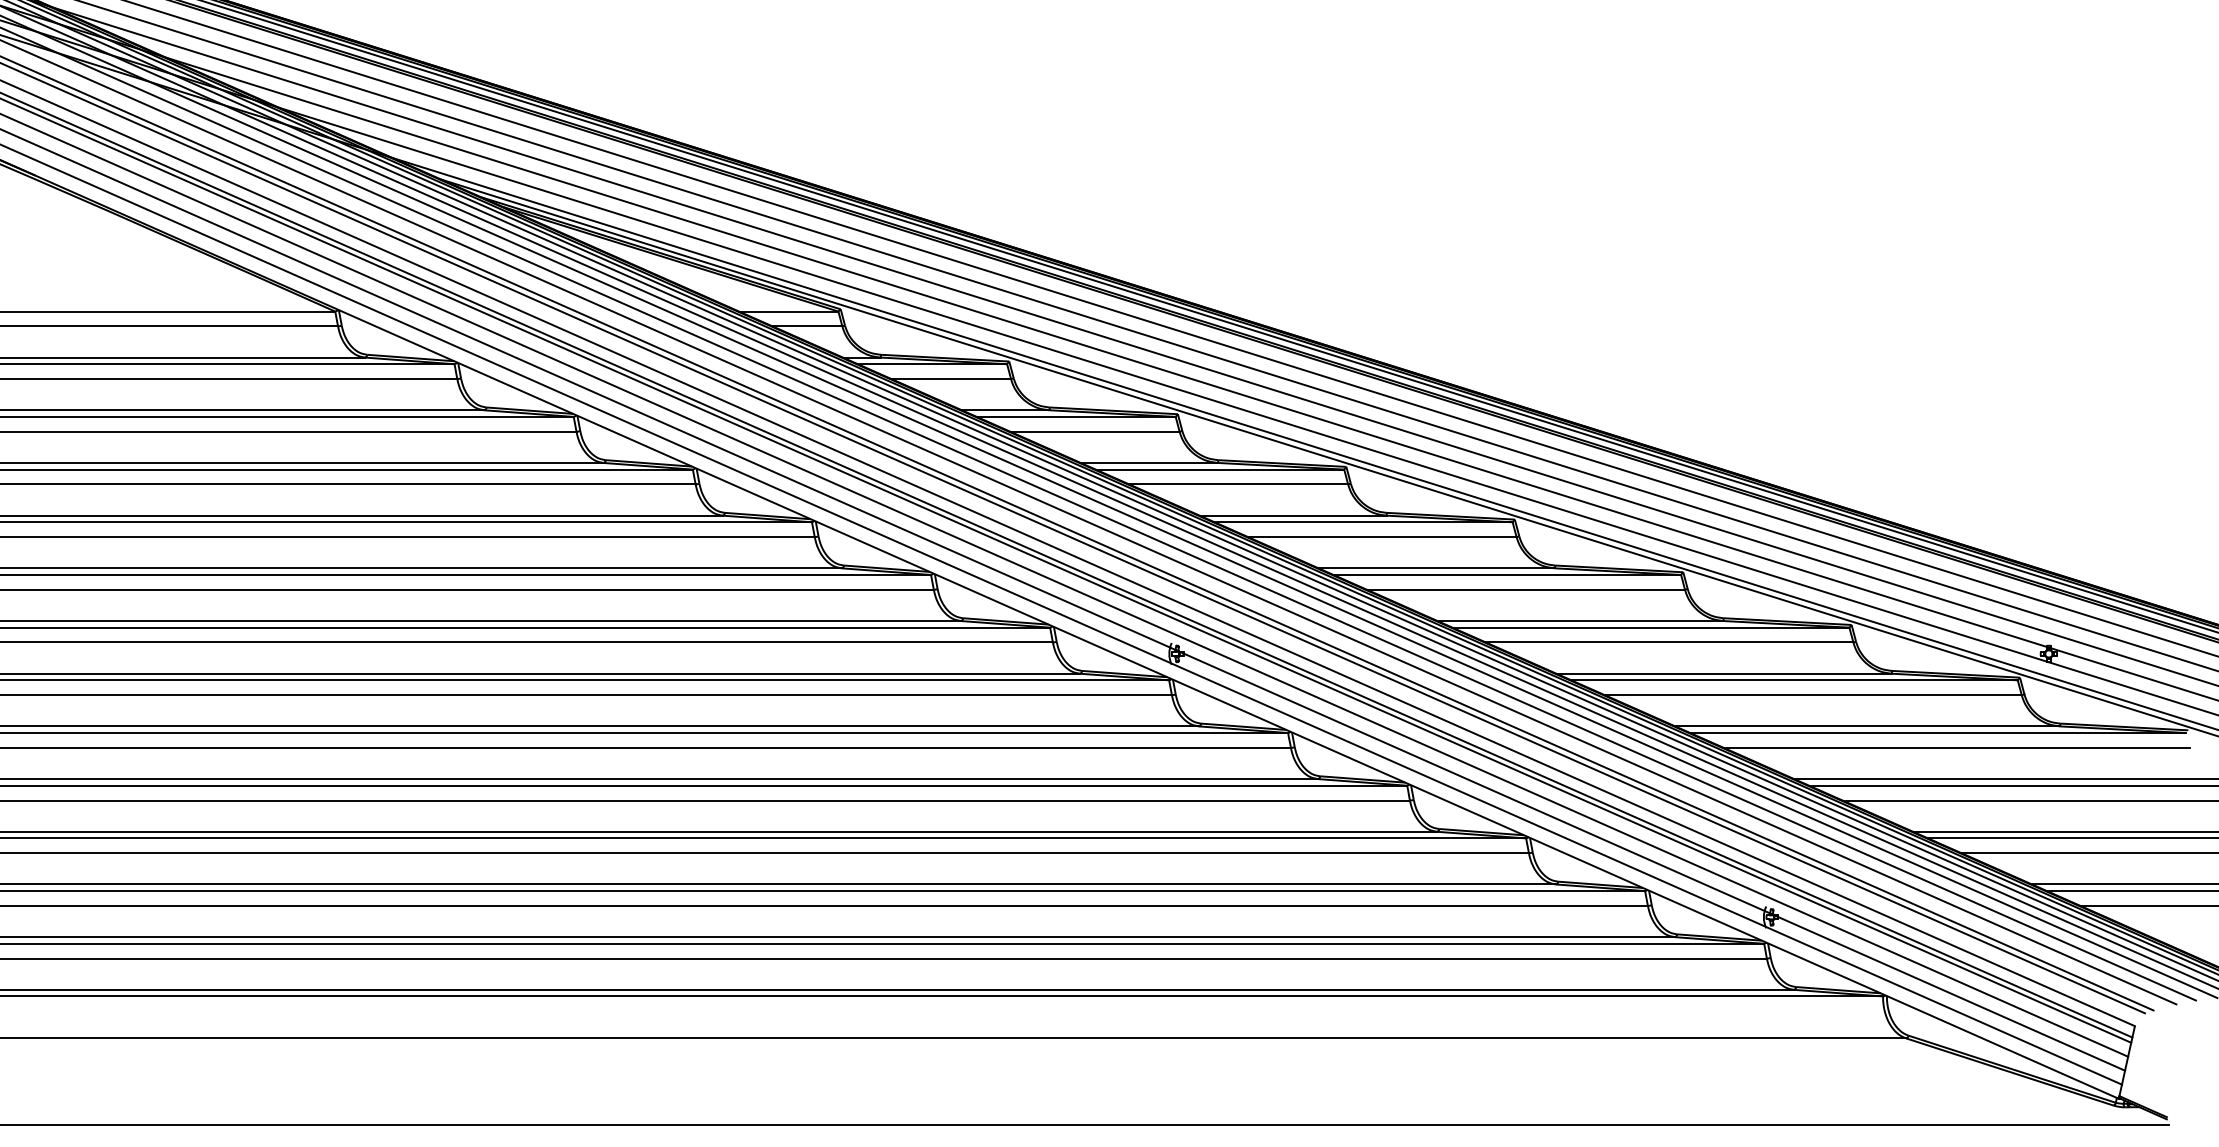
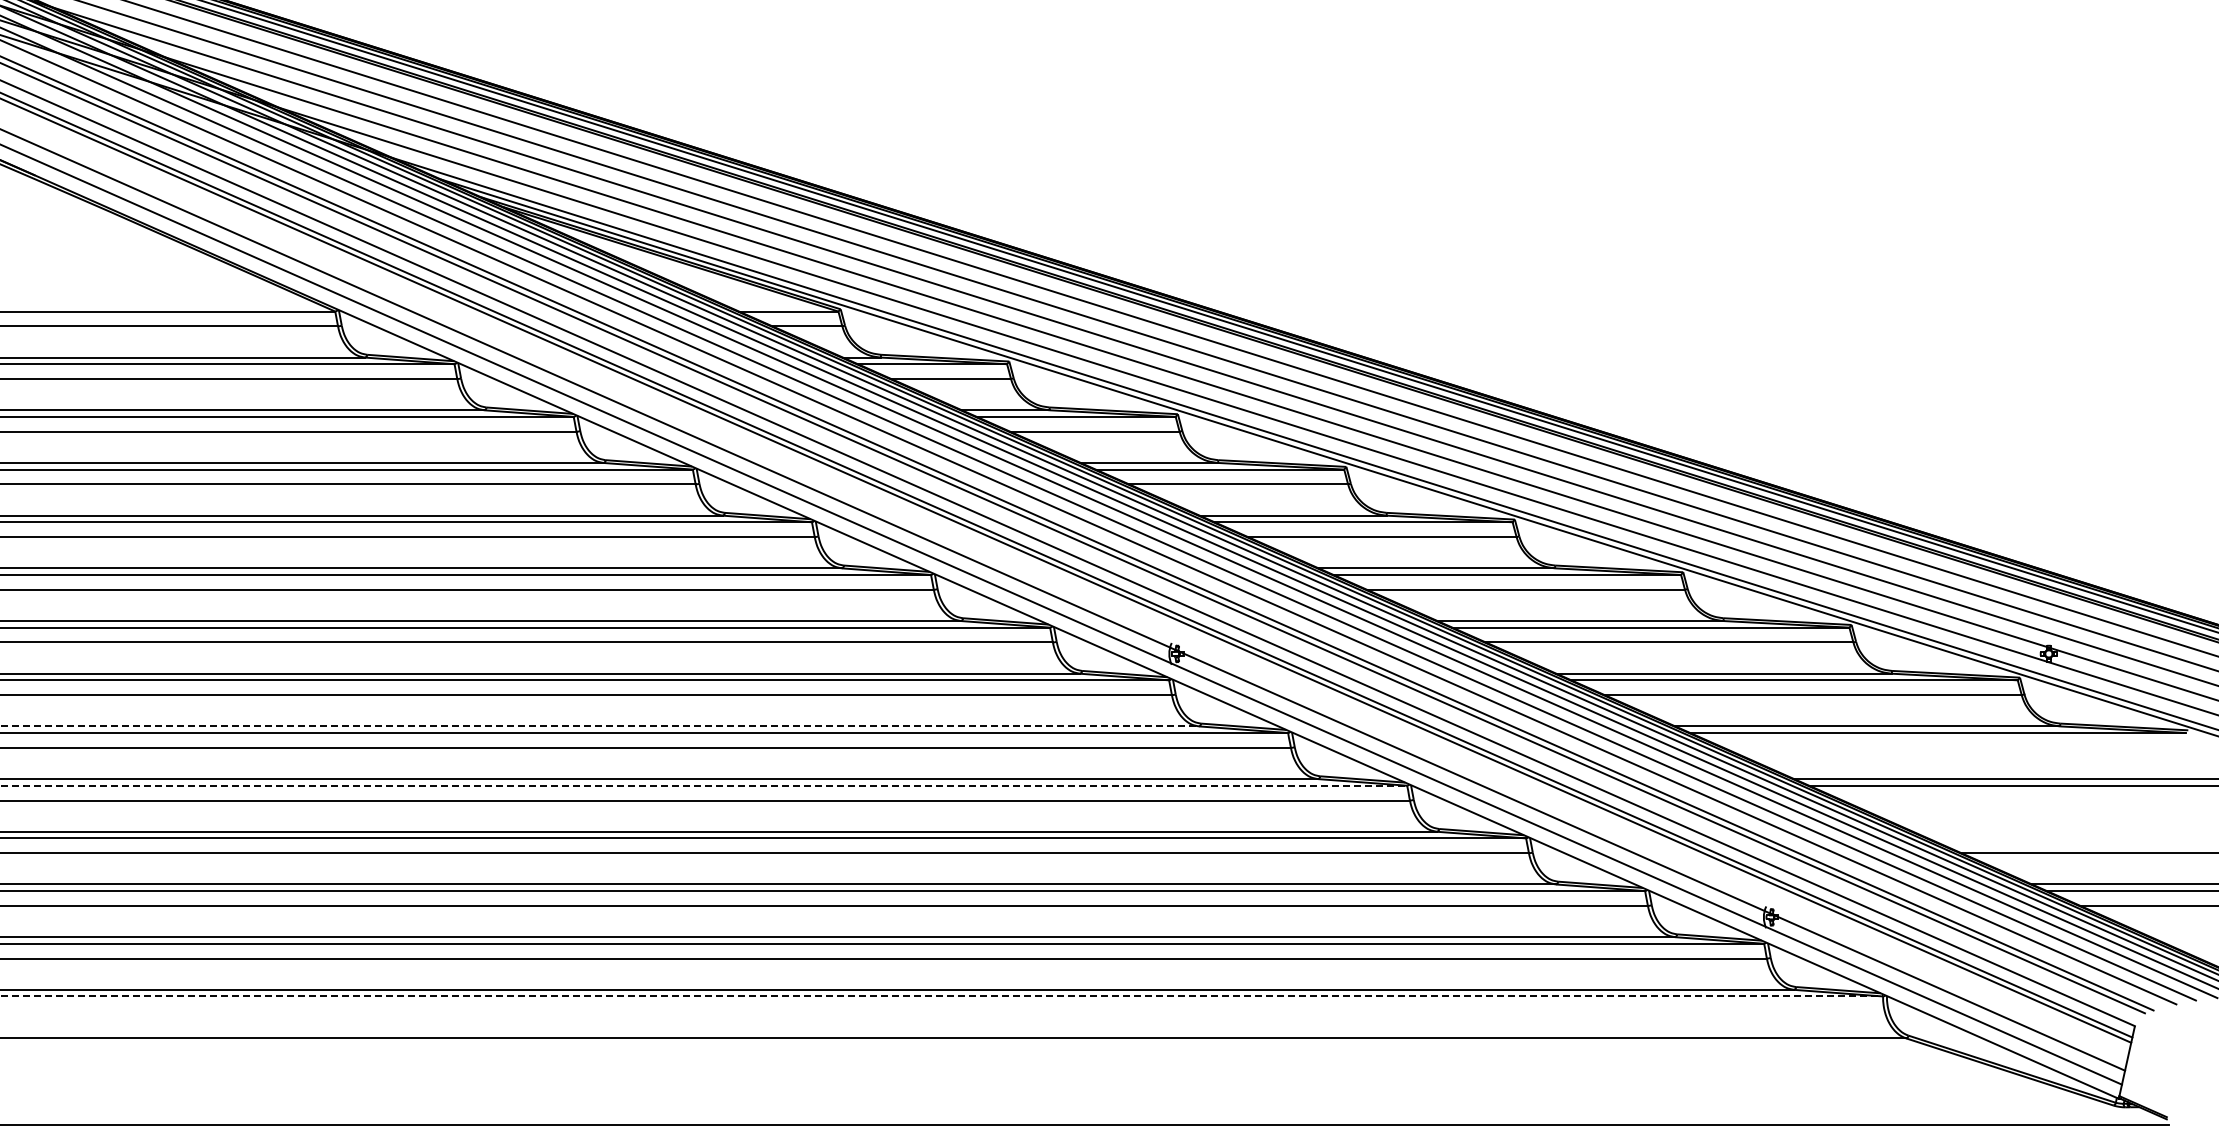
line at (1065, 585): present -> none
line at (600, 726): solid -> dashed
line at (1956, 747): present -> none
line at (704, 785): solid -> dashed
line at (2028, 800): present -> none
line at (2064, 831): present -> none
line at (2071, 838): present -> none
line at (942, 996): solid -> dashed
